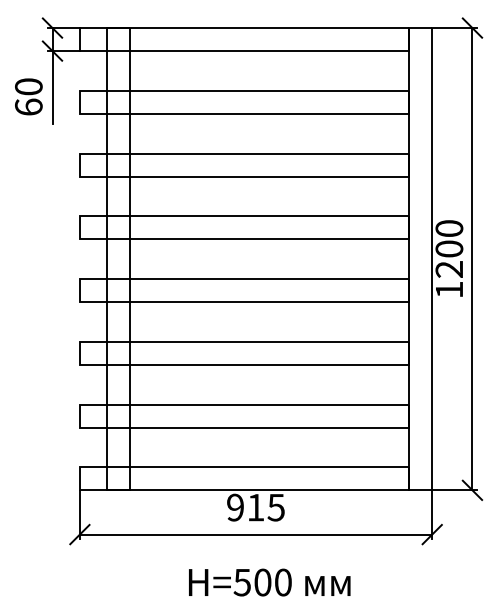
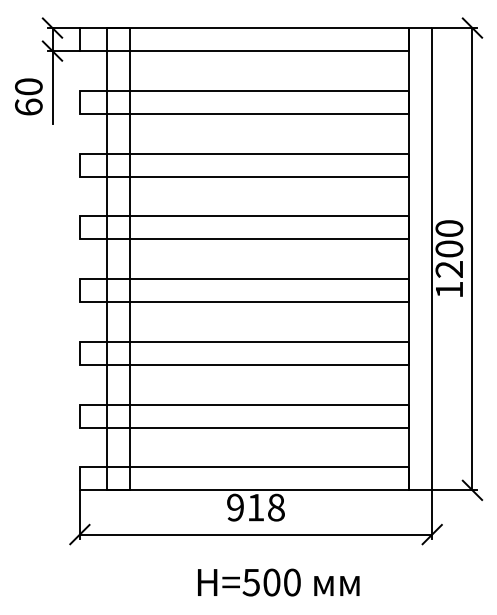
text at (275, 507): 915 -> 918
text at (269, 582) position: (269, 582) -> (278, 582)
